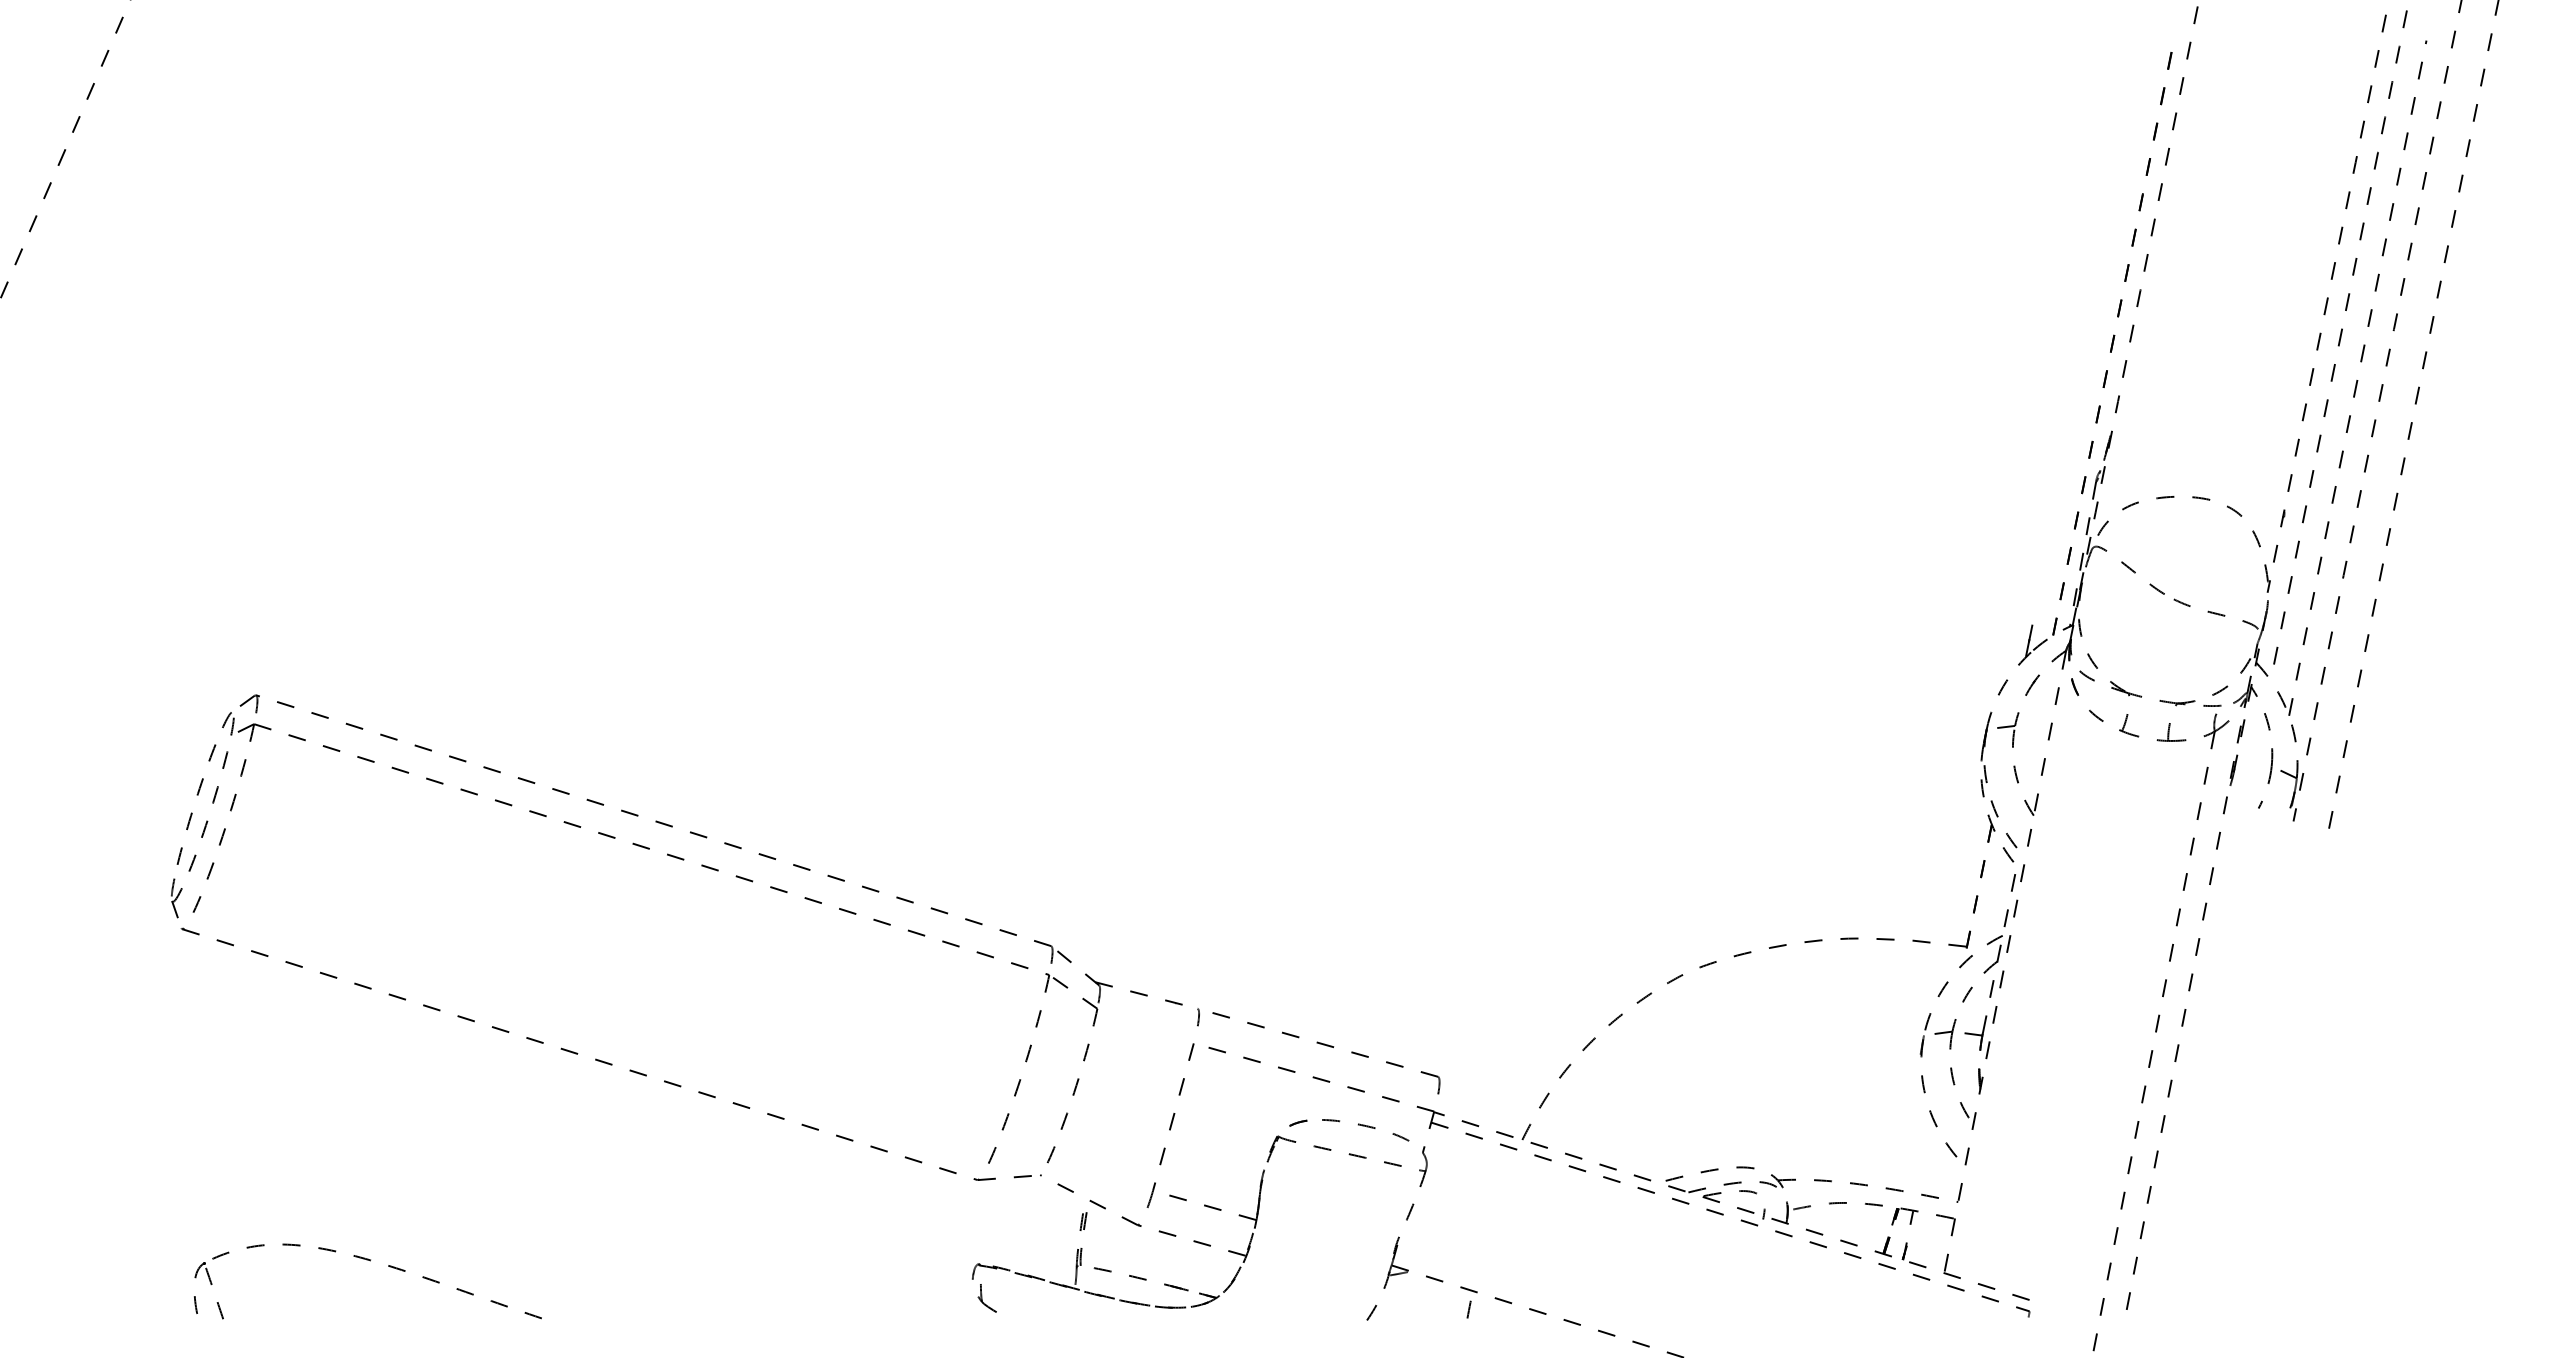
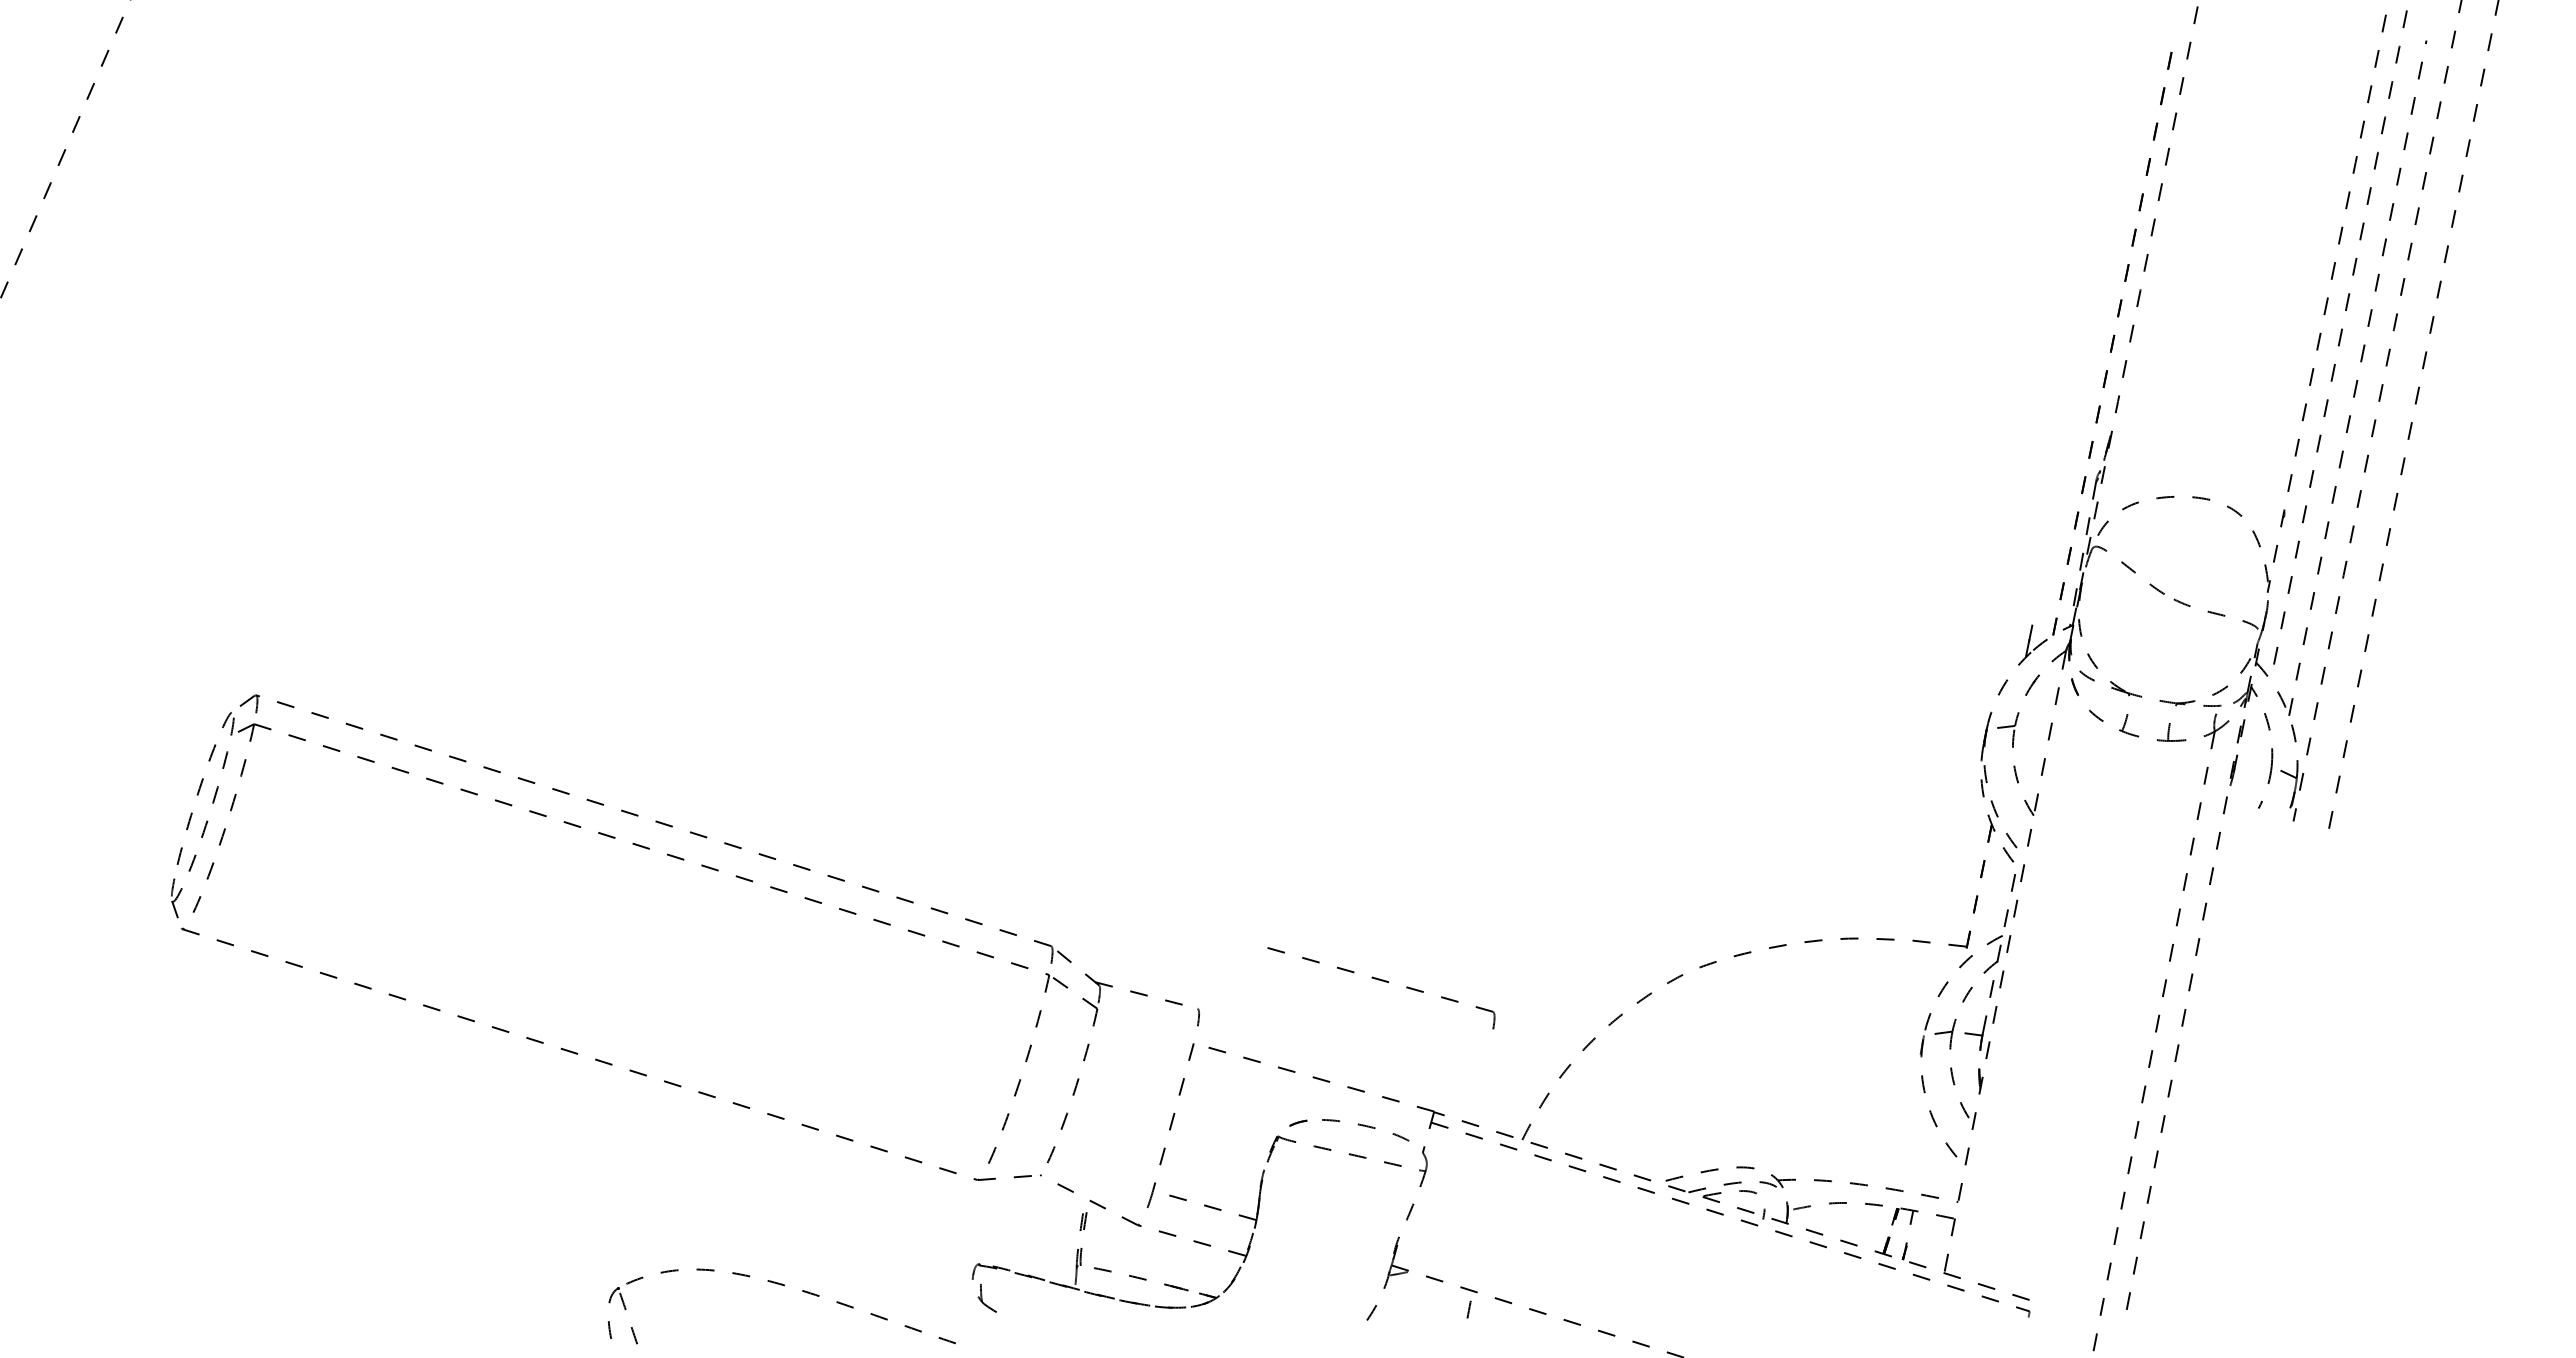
part at (1326, 1046) position: (1326, 1046) -> (1381, 981)
part at (370, 1261) position: (370, 1261) -> (784, 1286)
